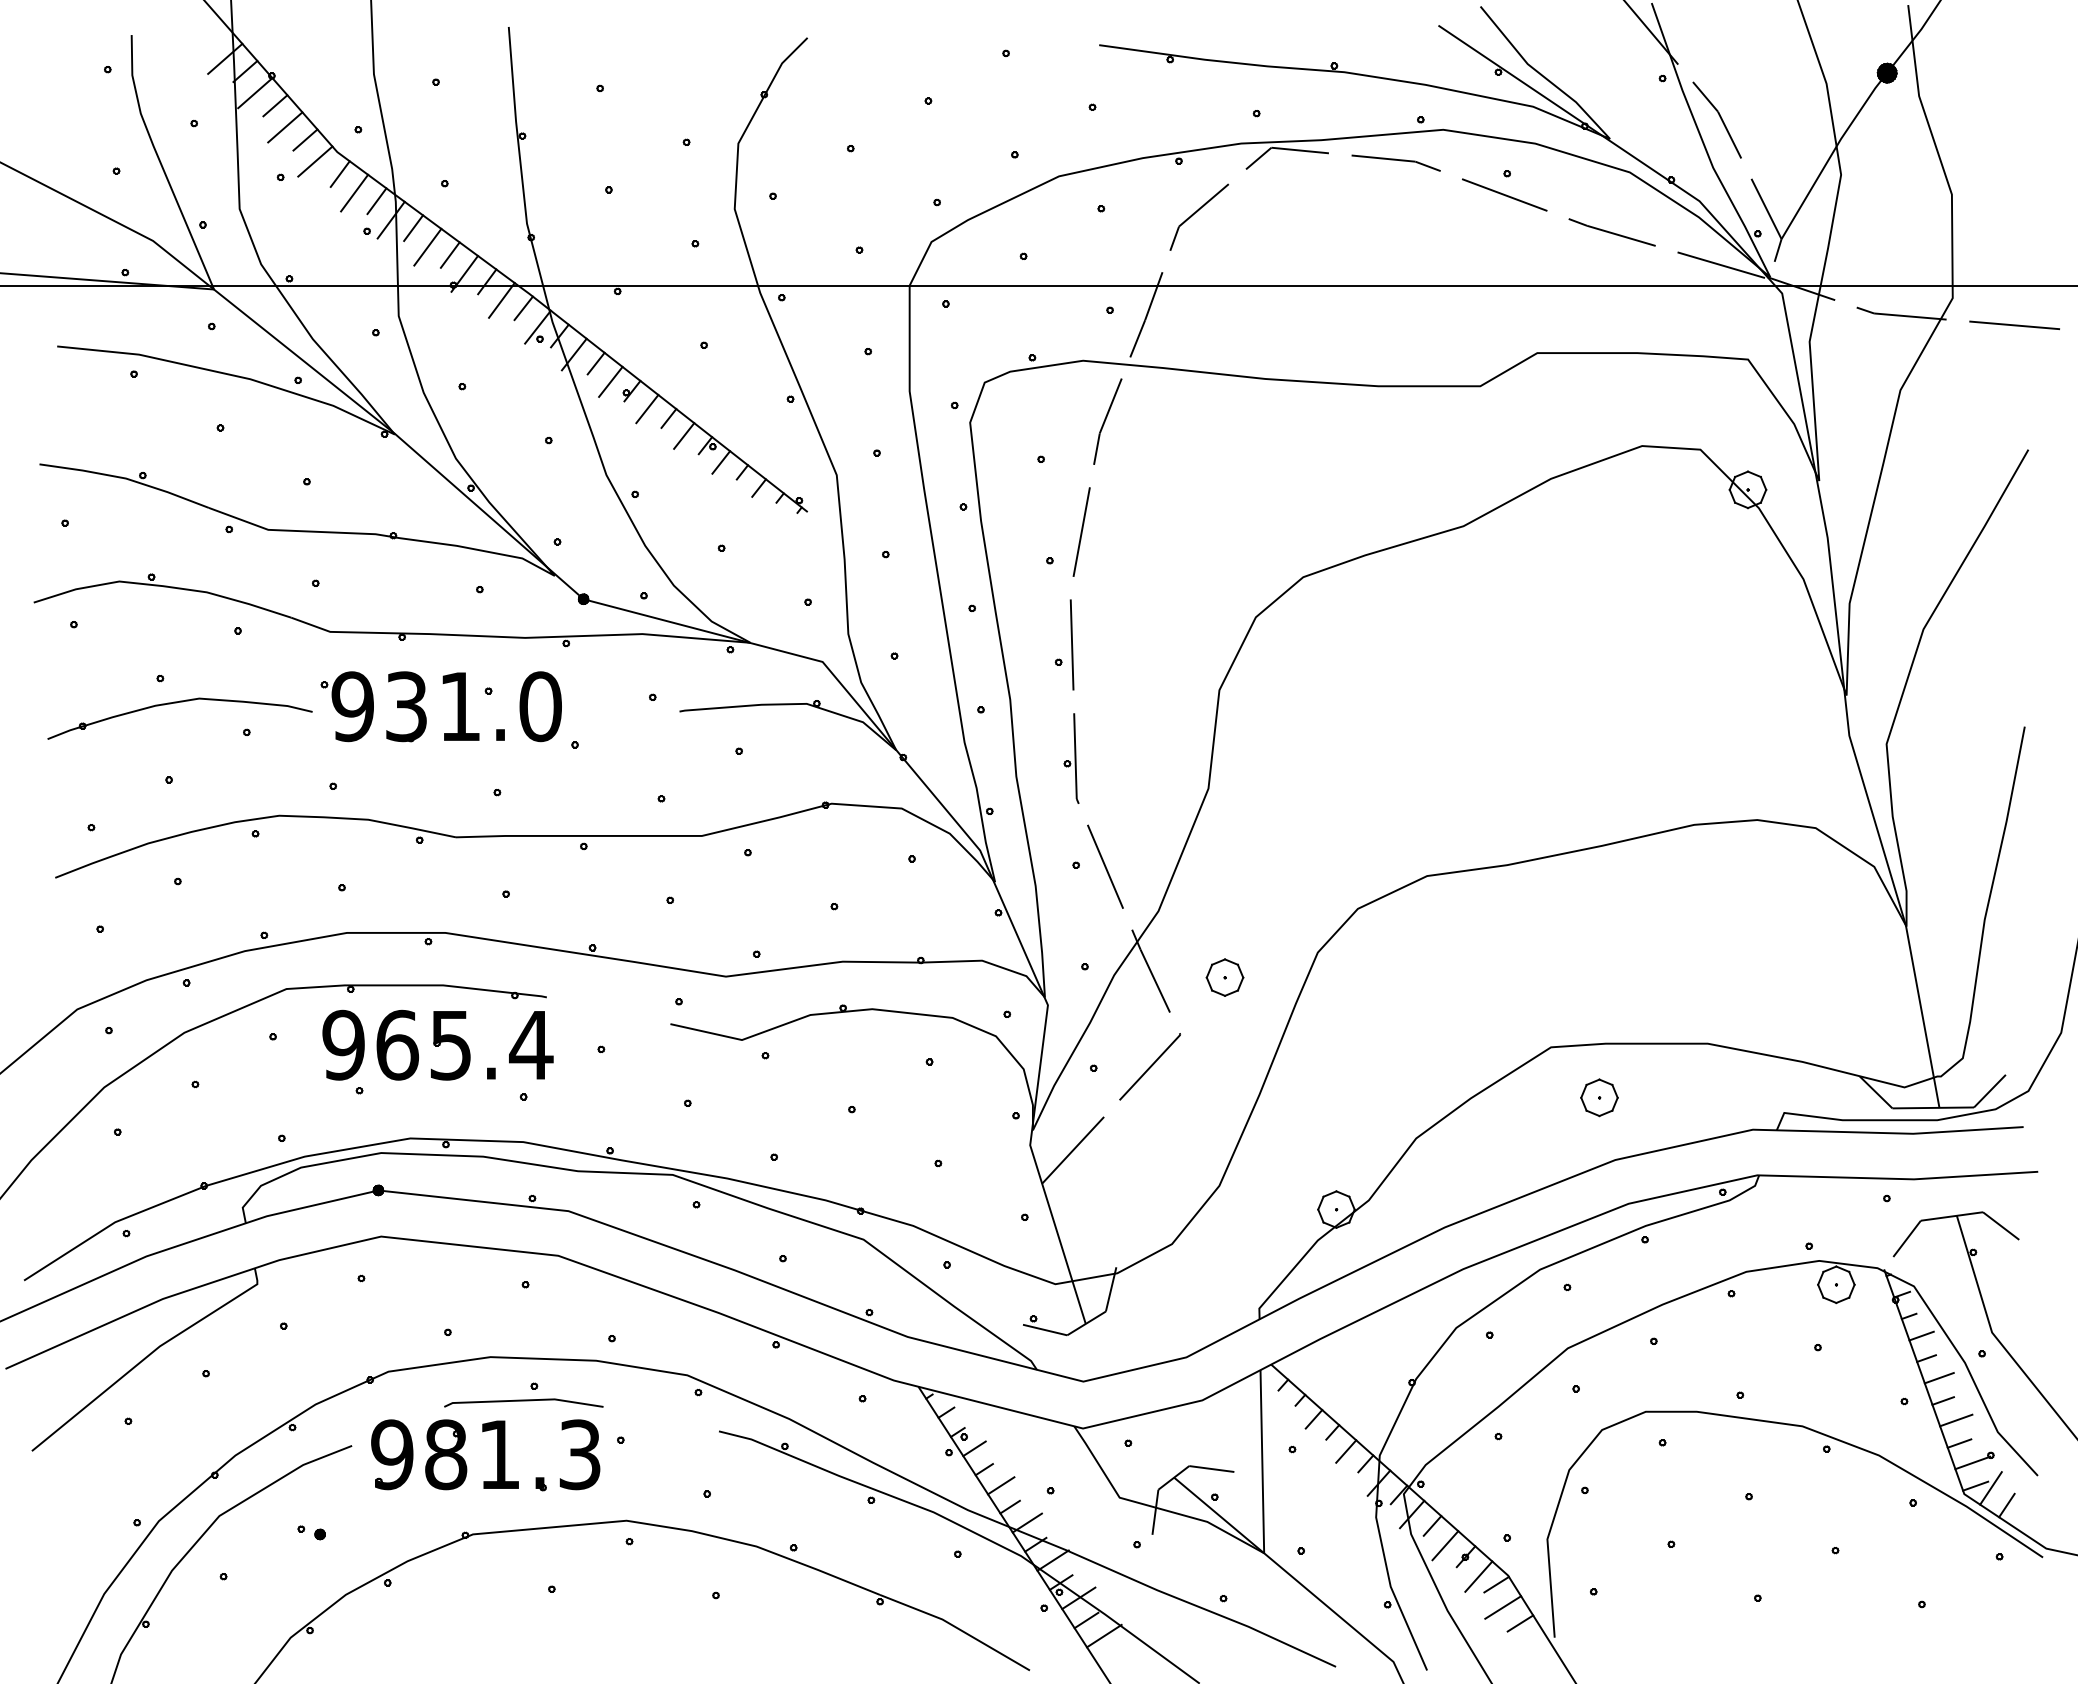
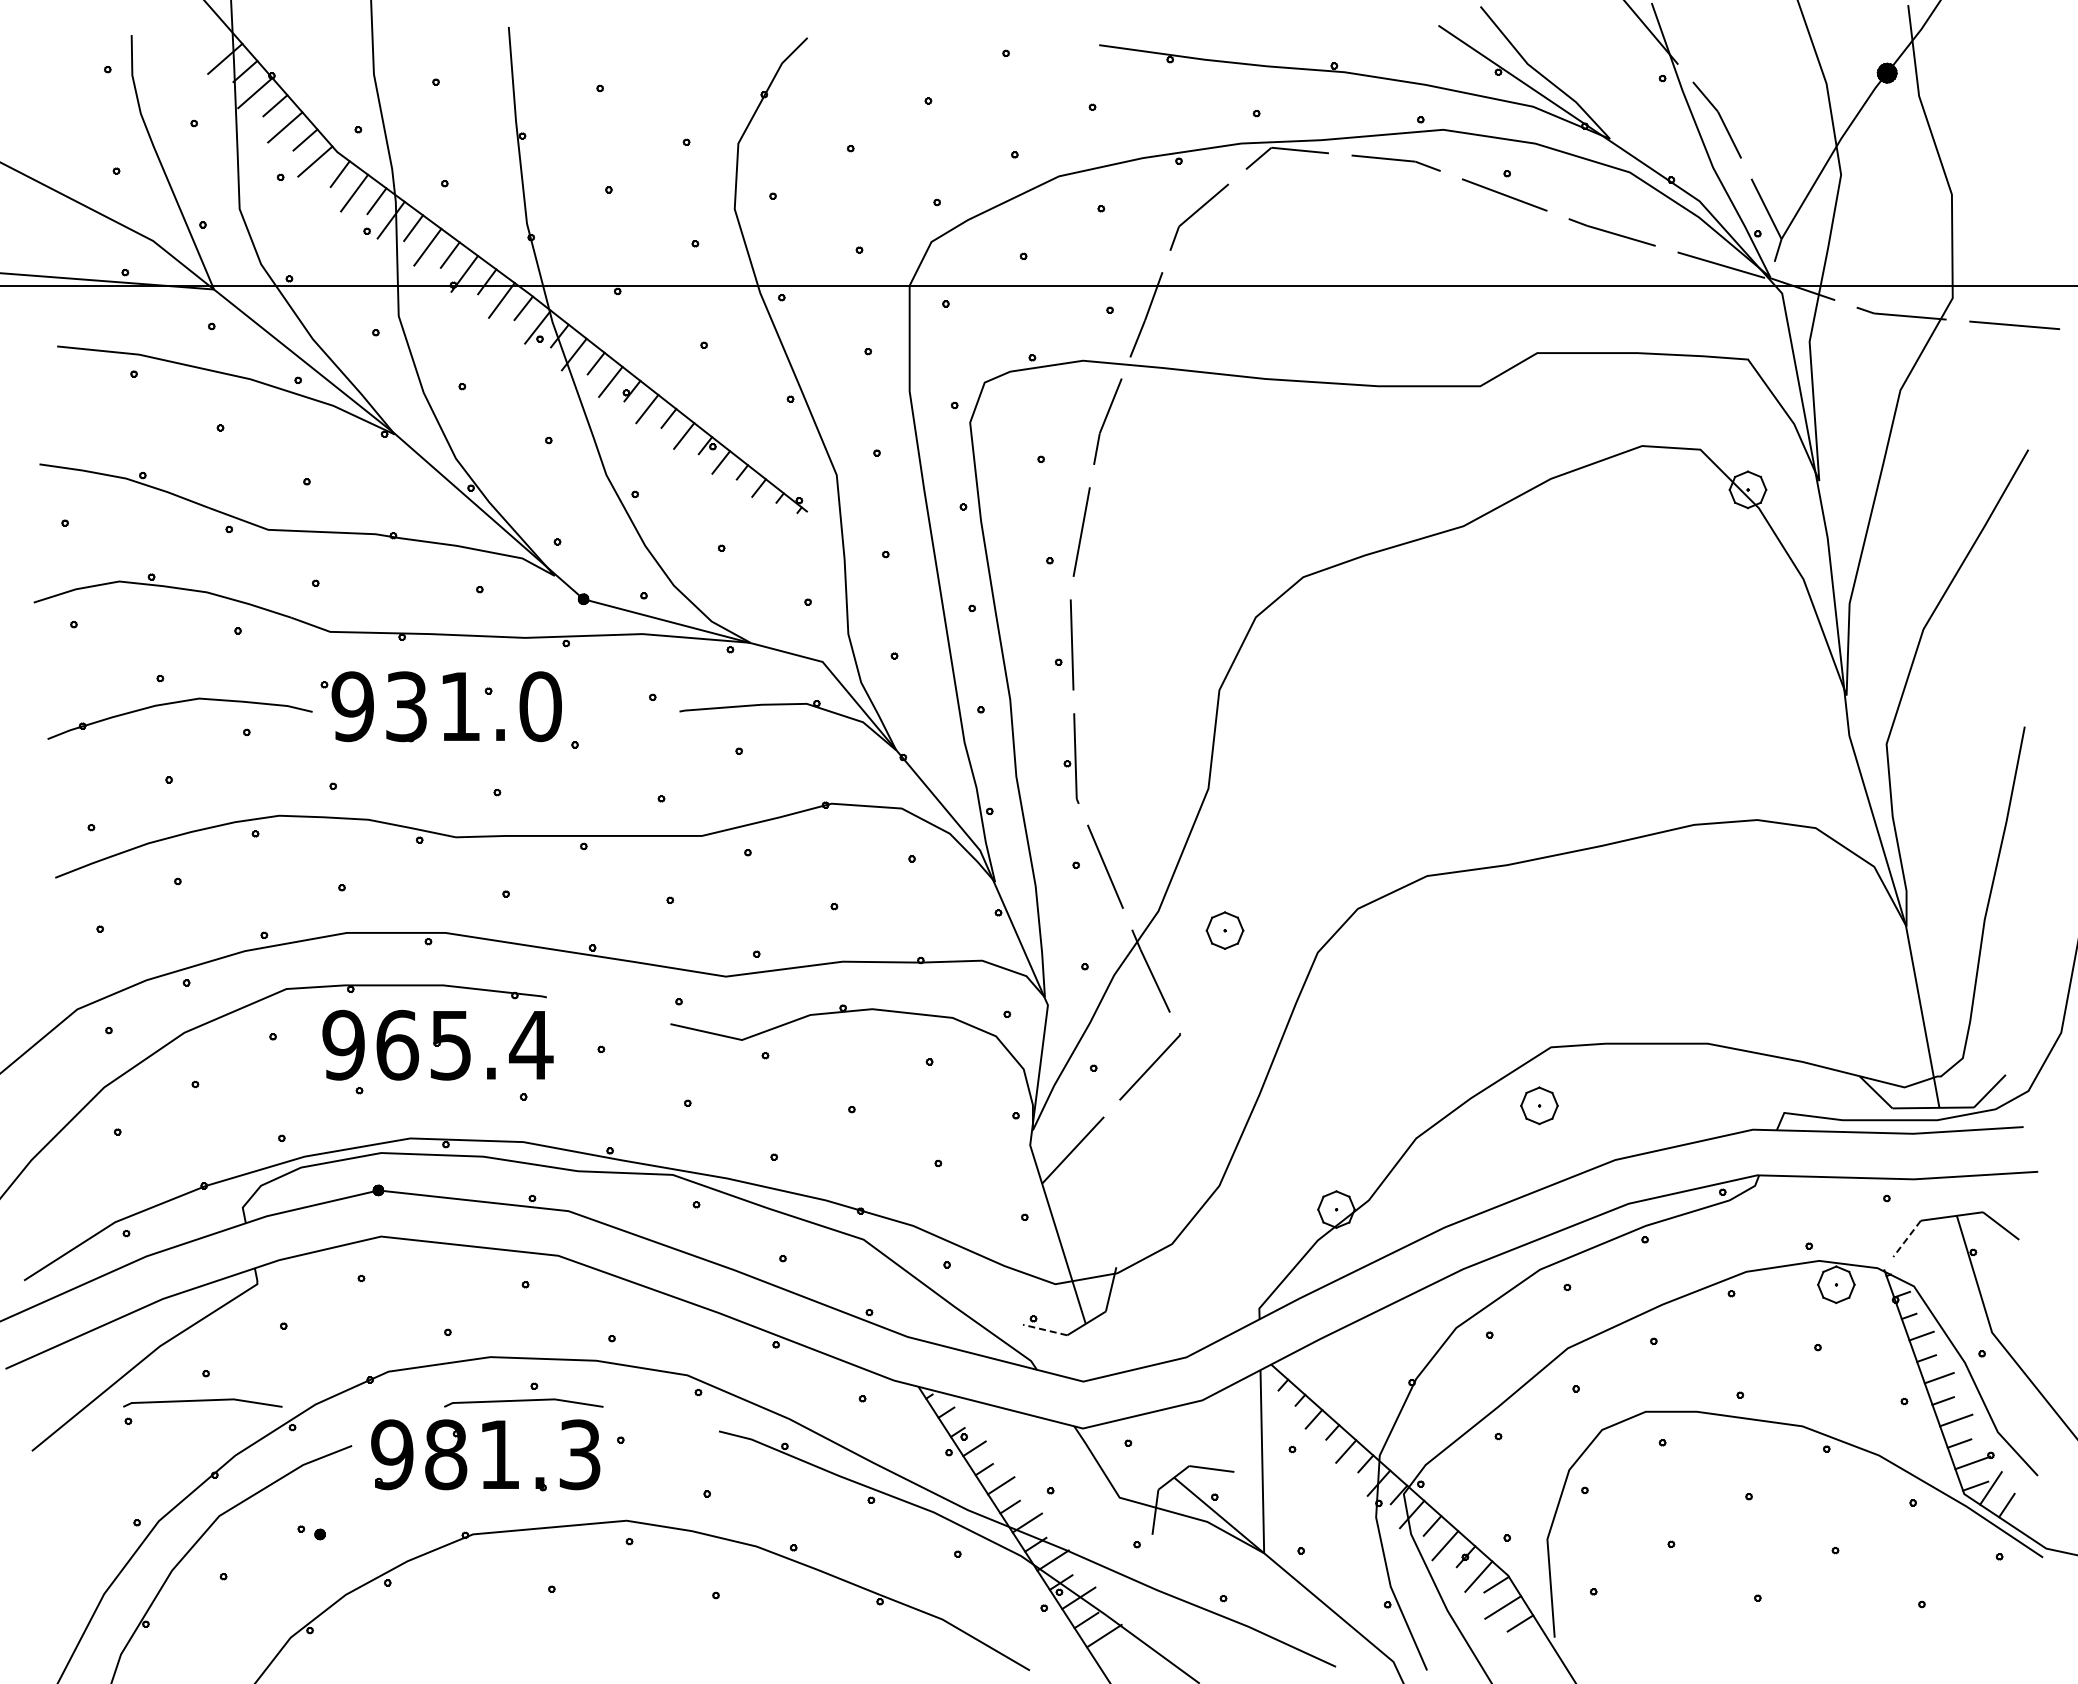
part at (1224, 977) position: (1224, 977) -> (1224, 930)
part at (1599, 1097) position: (1599, 1097) -> (1539, 1105)
line at (1907, 1238): solid -> dashed
line at (1045, 1330): solid -> dashed
line at (202, 1401): none -> present
